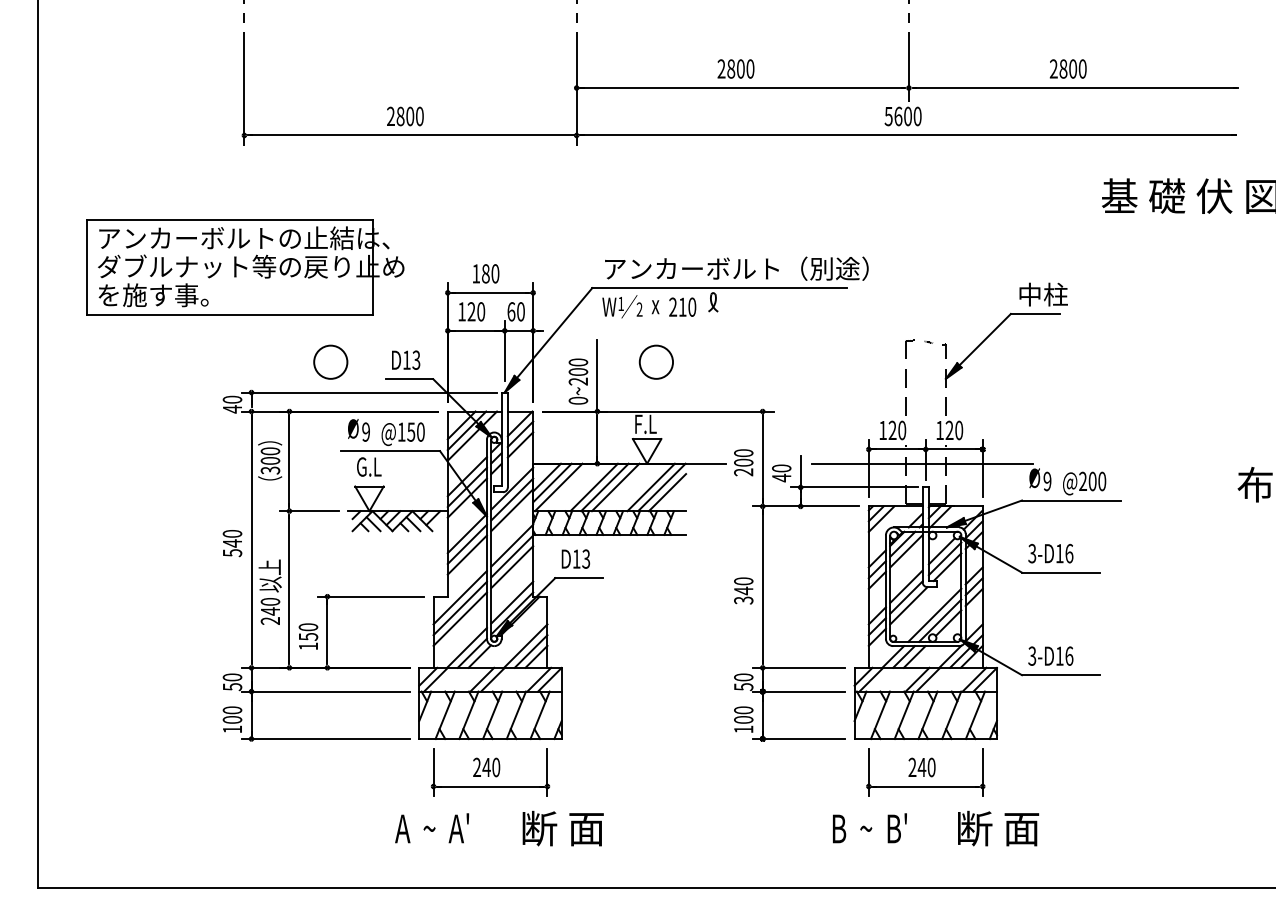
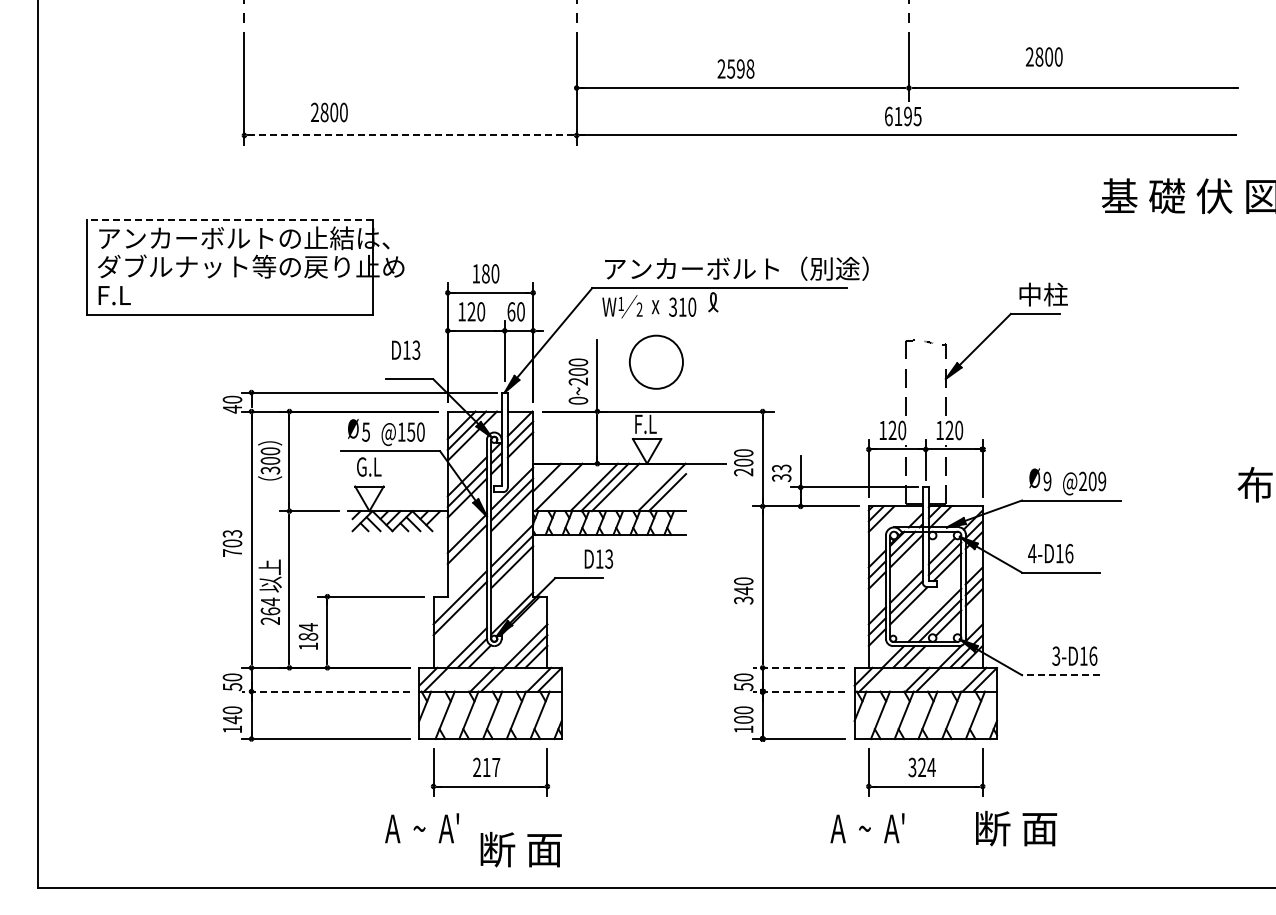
text at (740, 68): 2800 -> 2598
text at (1067, 68) position: (1067, 68) -> (1043, 56)
text at (405, 116) position: (405, 116) -> (329, 112)
text at (902, 116): 5600 -> 6195
line at (411, 135): solid -> dashed
line at (229, 219): solid -> dashed
text at (153, 295): を施す事。 -> F.L
text at (673, 307): 210 -> 310
text at (406, 359) position: (406, 359) -> (406, 349)
circle at (330, 361): present -> none
circle at (656, 361) diameter: 33 px -> 53 px
text at (365, 431): 9 -> 5
line at (921, 463): present -> none
text at (781, 473): 40 -> 33
text at (1102, 481): @200 -> @209
line at (552, 482): present -> none
line at (650, 487): present -> none
text at (232, 543): 540 -> 703
text at (1032, 553): 3-D16 -> 4-D16
line at (466, 554): present -> none
text at (575, 558) position: (575, 558) -> (598, 558)
line at (512, 602): present -> none
text at (270, 606): 240 -> 264
line at (459, 618): present -> none
text at (308, 631): 150 -> 184
text at (1050, 655) position: (1050, 655) -> (1074, 655)
line at (799, 667): solid -> dashed
line at (1060, 675): solid -> dashed
line at (325, 691): solid -> dashed
line at (799, 691): solid -> dashed
text at (232, 719): 100 -> 140
text at (491, 767): 240 -> 217
text at (921, 767): 240 -> 324
text at (432, 828) position: (432, 828) -> (422, 828)
text at (562, 828) position: (562, 828) -> (520, 849)
text at (868, 828): B  ~  B' -> A  ~  A'
text at (998, 828) position: (998, 828) -> (1016, 828)
